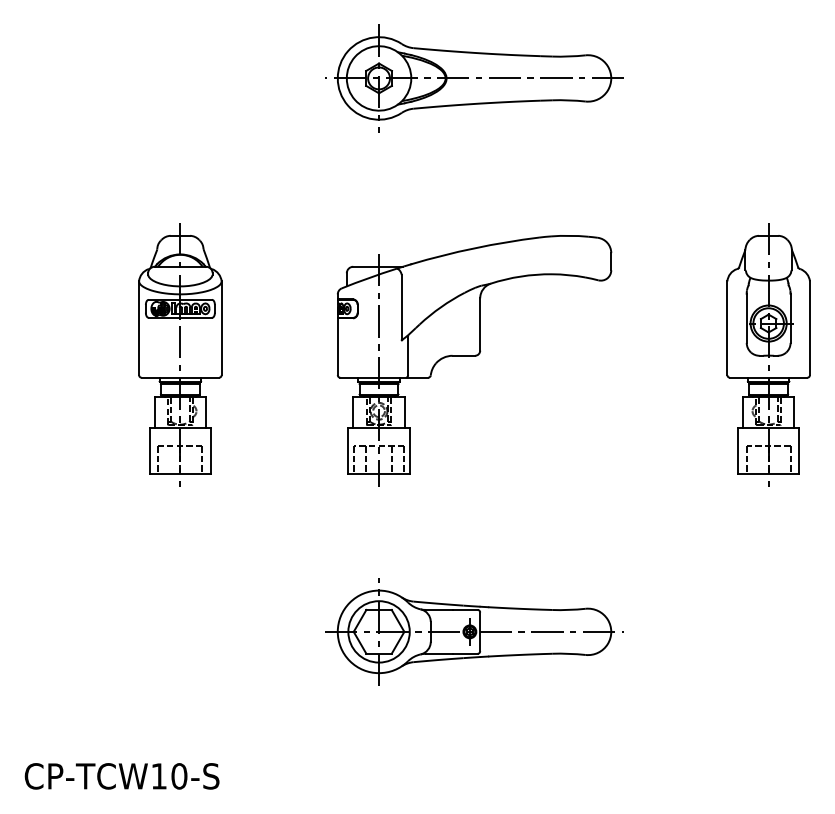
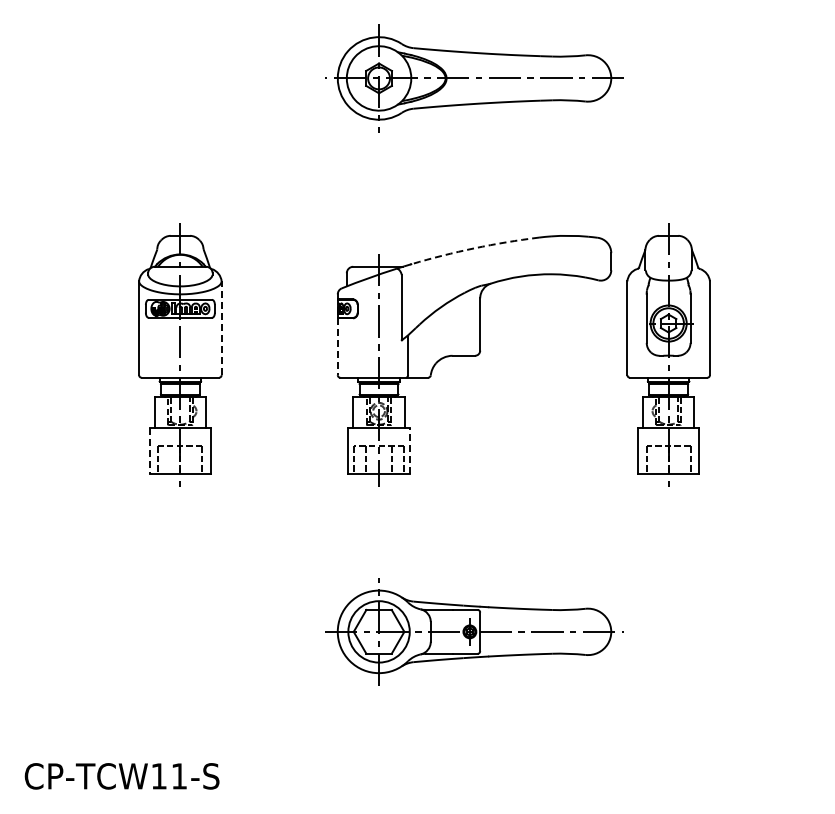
arc at (474, 248): solid -> dashed
line at (221, 328): solid -> dashed
line at (337, 347): solid -> dashed
part at (768, 354) position: (768, 354) -> (668, 354)
line at (409, 450): solid -> dashed
line at (149, 451): solid -> dashed
text at (179, 776): CP-TCW10-S -> CP-TCW11-S
